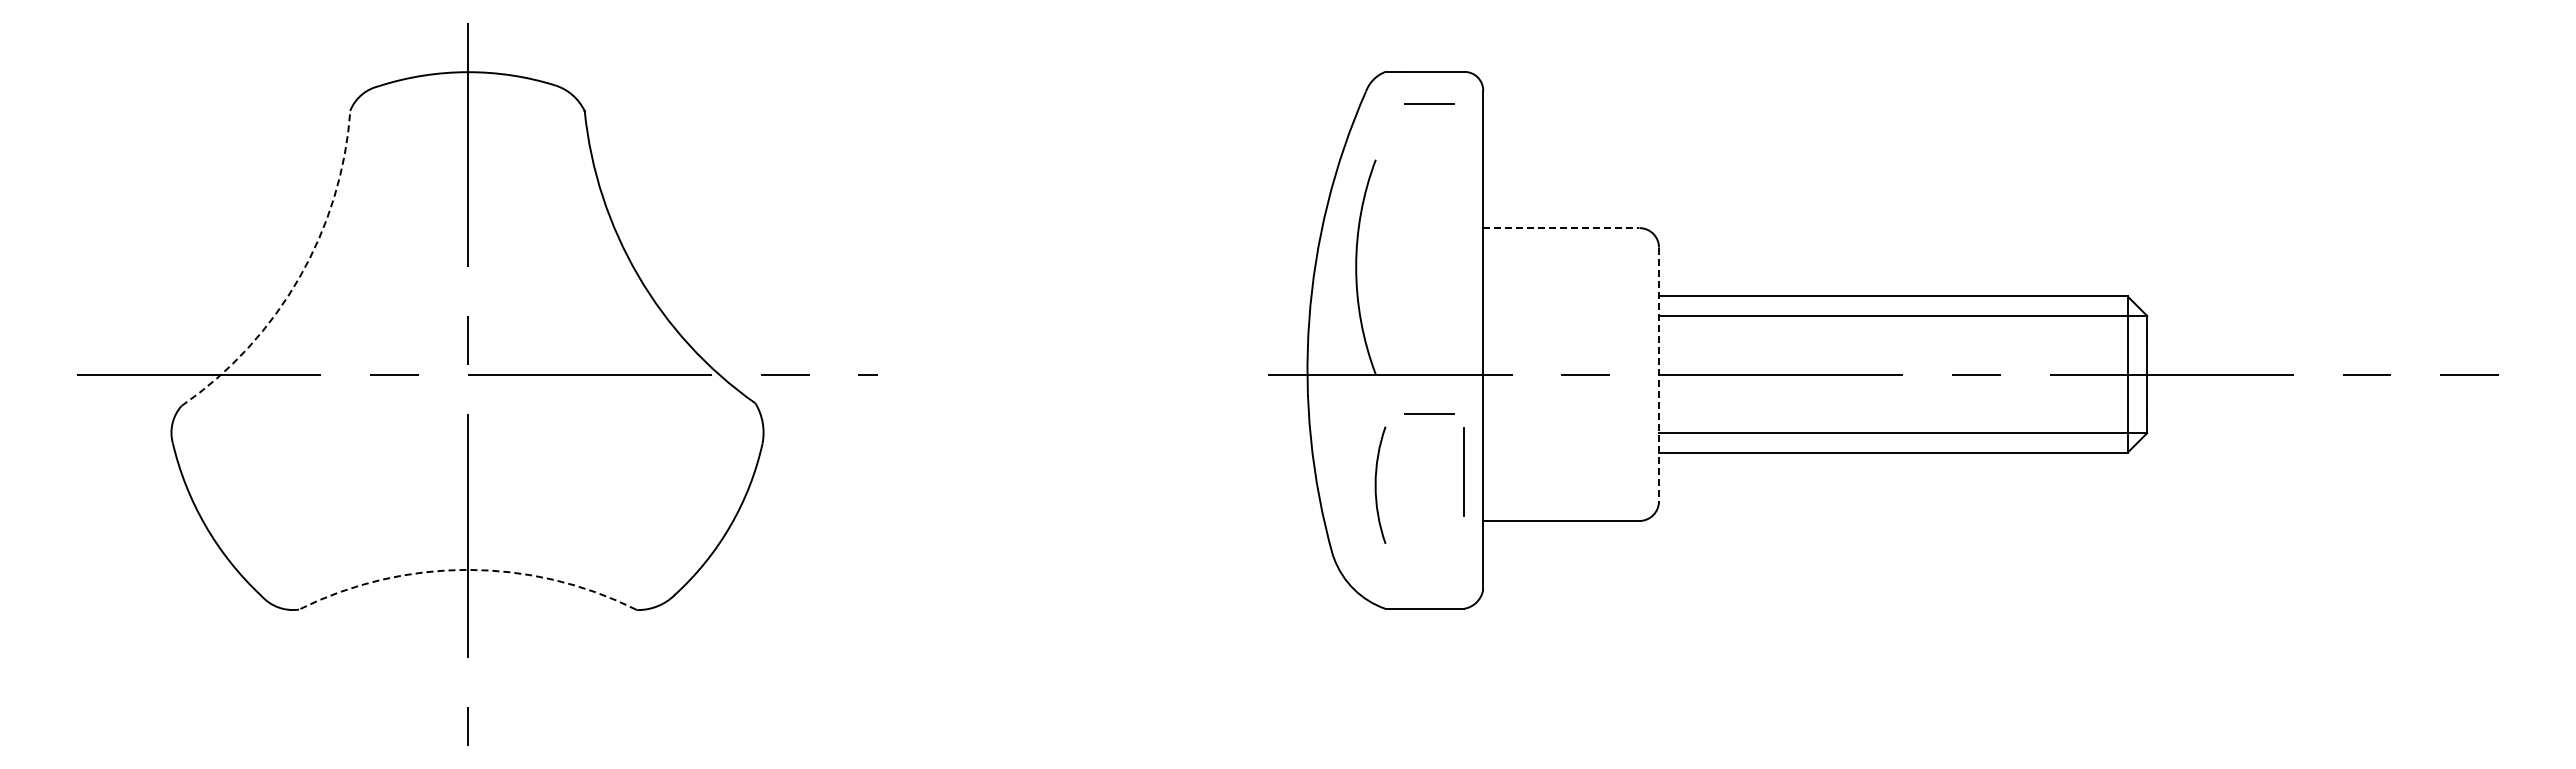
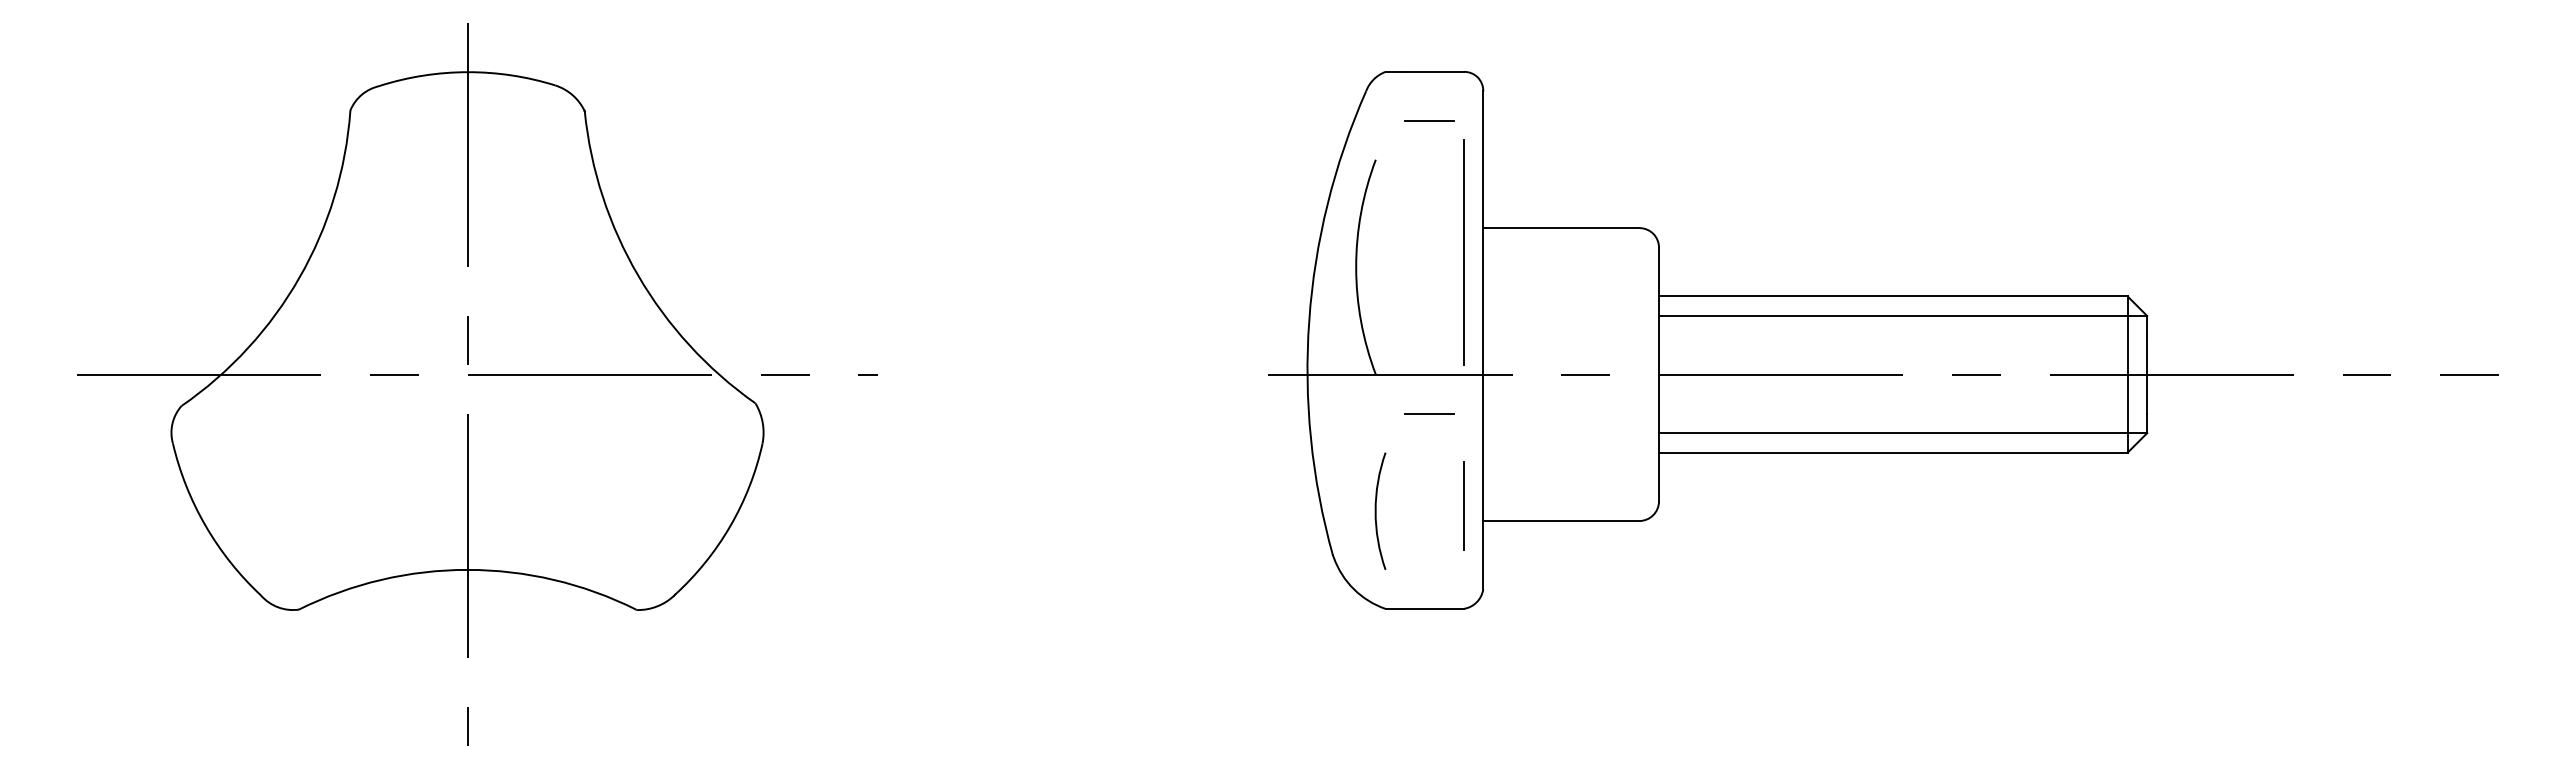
line at (1429, 103) position: (1429, 103) -> (1429, 120)
line at (1561, 228): dashed -> solid
line at (1463, 252): none -> present
arc at (299, 277): dashed -> solid
line at (1659, 374): dashed -> solid
line at (1463, 471) position: (1463, 471) -> (1463, 505)
arc at (1376, 484) position: (1376, 484) -> (1376, 510)
arc at (467, 569): dashed -> solid
